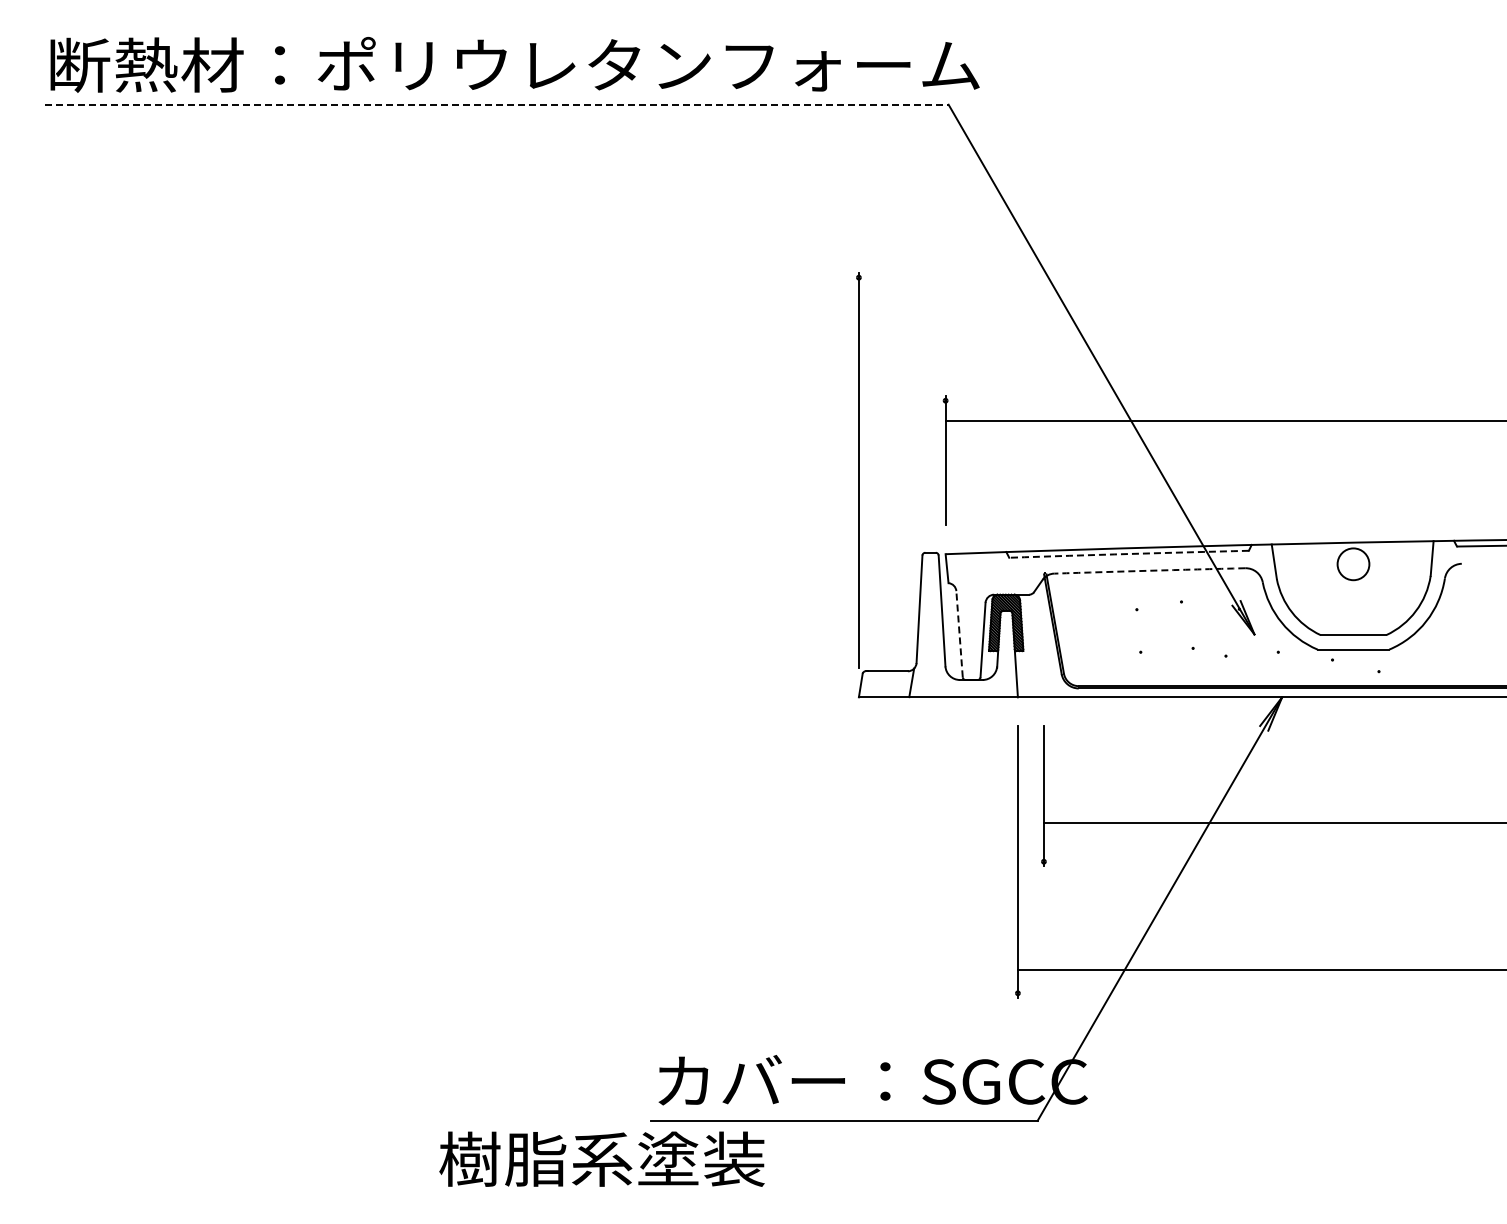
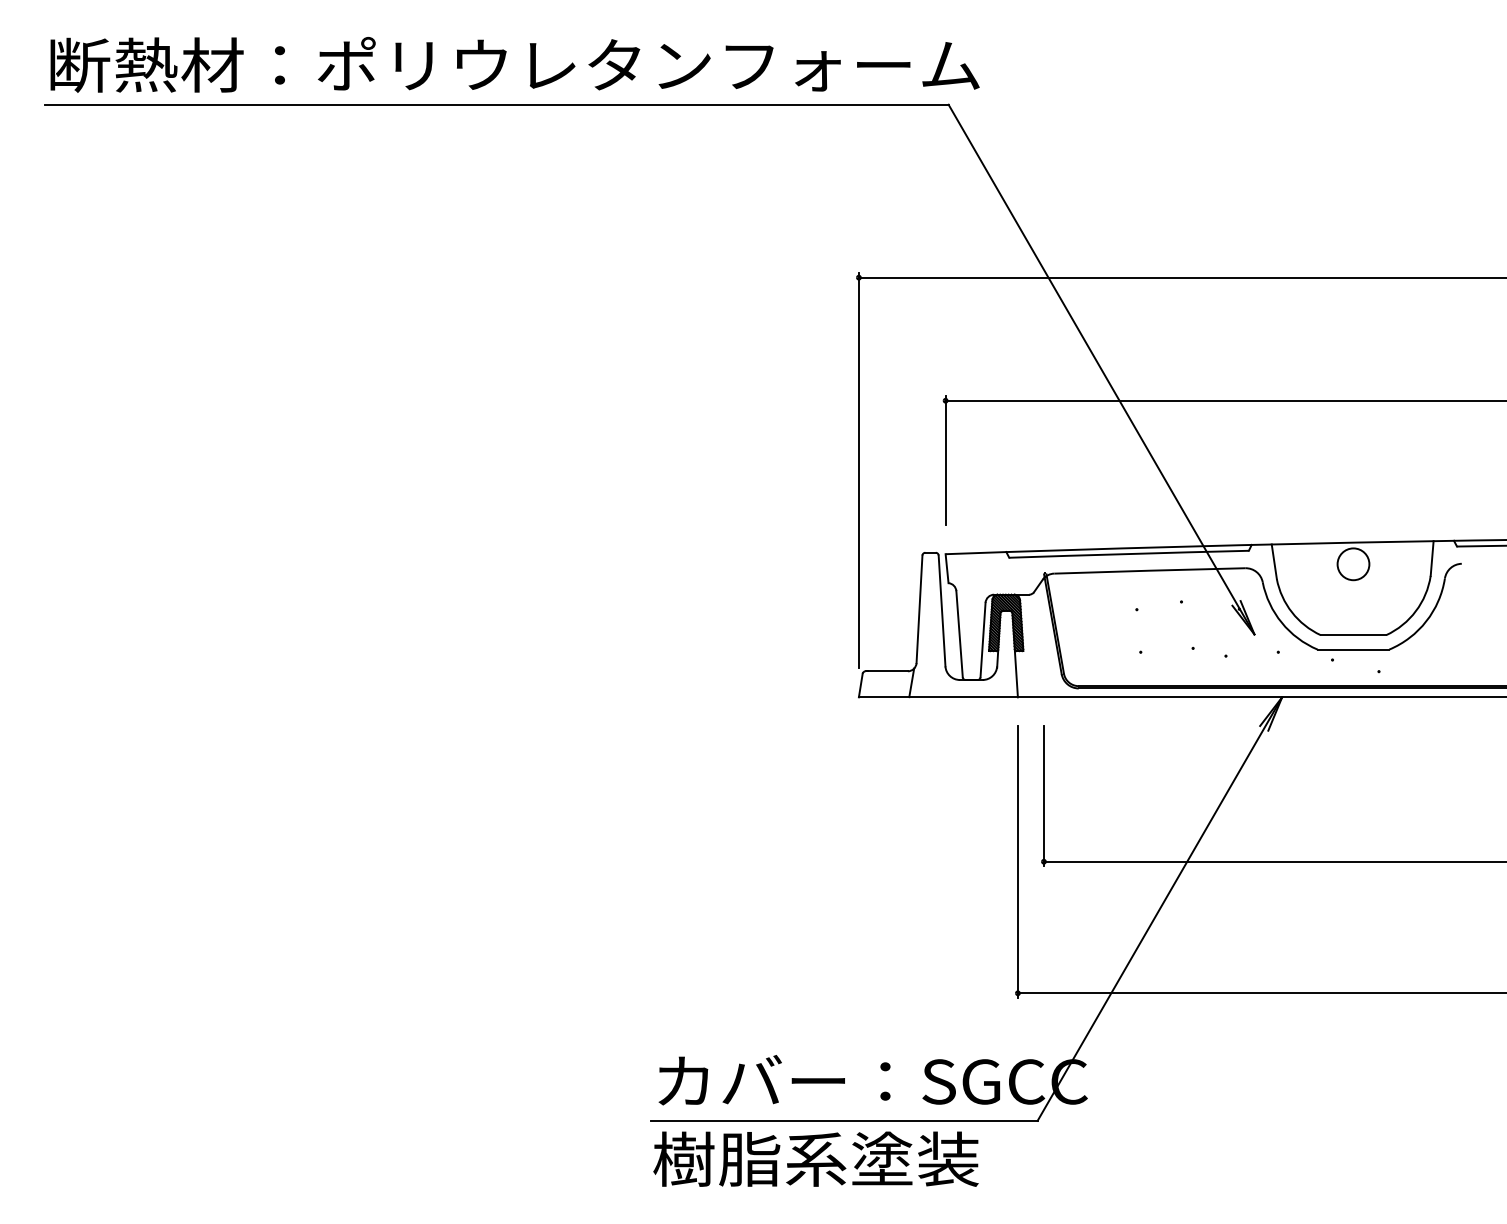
line at (496, 104): dashed -> solid
line at (1180, 277): none -> present
line at (1224, 420) position: (1224, 420) -> (1224, 400)
arc at (1129, 554): dashed -> solid
arc at (1149, 570): dashed -> solid
line at (959, 633): dashed -> solid
line at (1273, 822) position: (1273, 822) -> (1273, 861)
line at (1260, 970) position: (1260, 970) -> (1260, 993)
text at (601, 1158) position: (601, 1158) -> (815, 1158)
